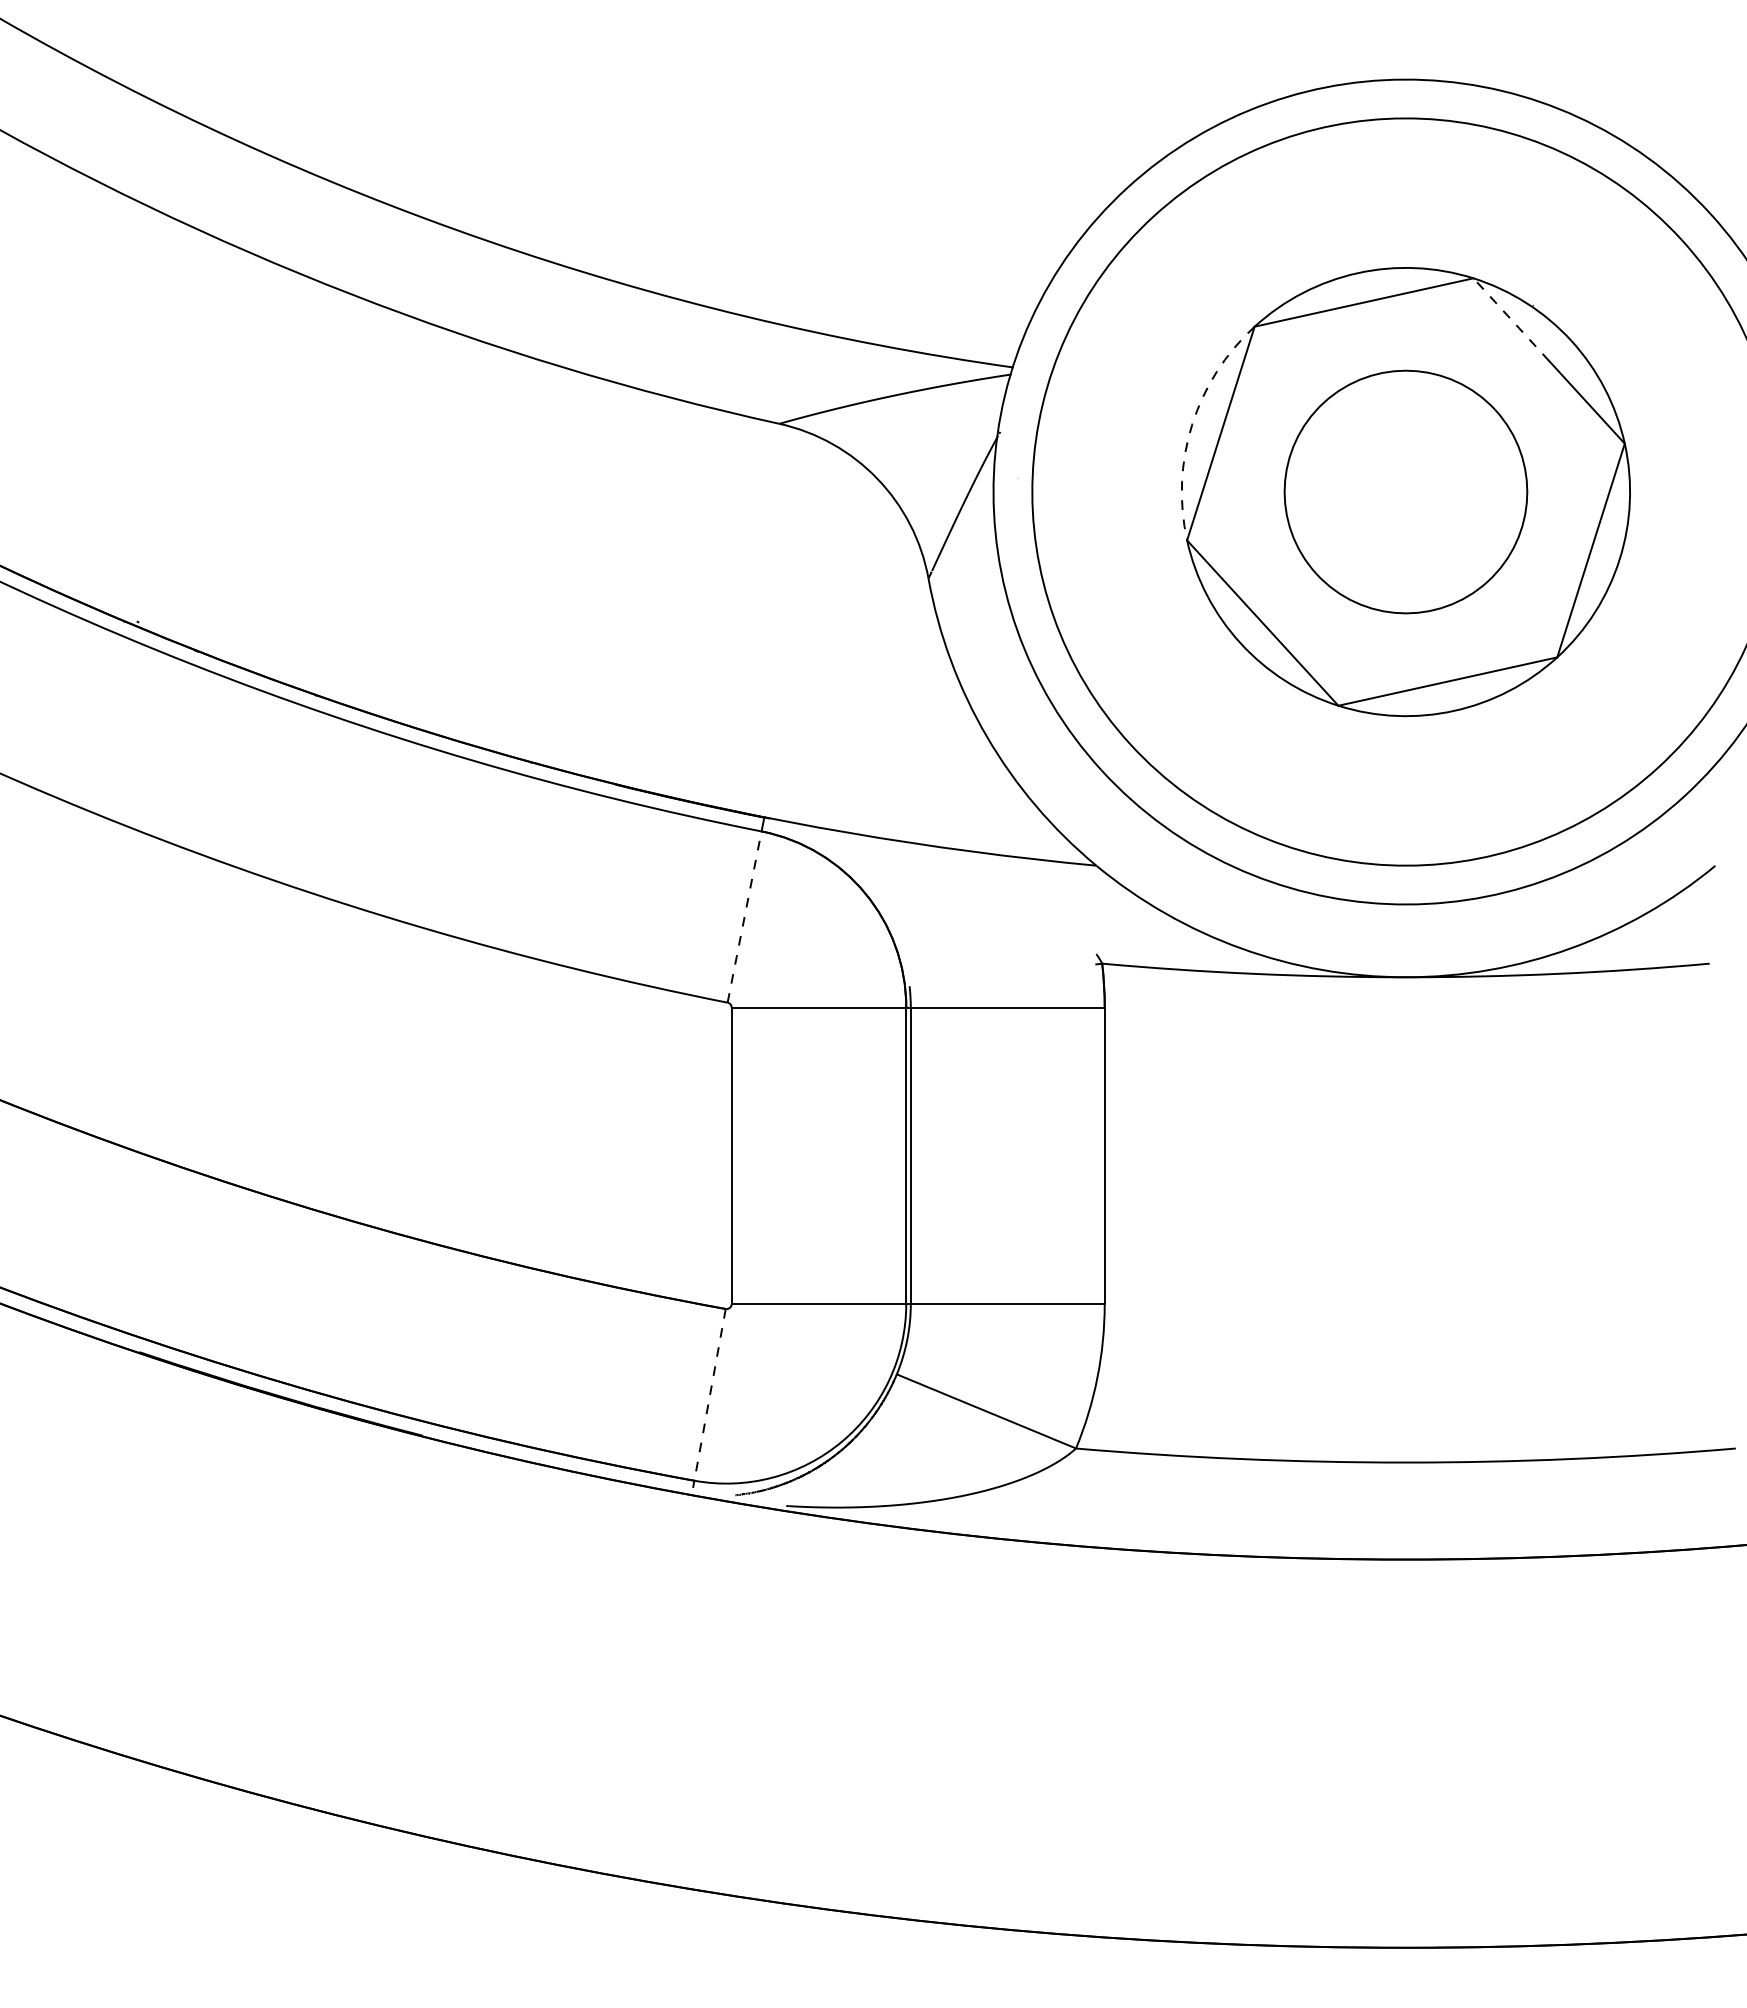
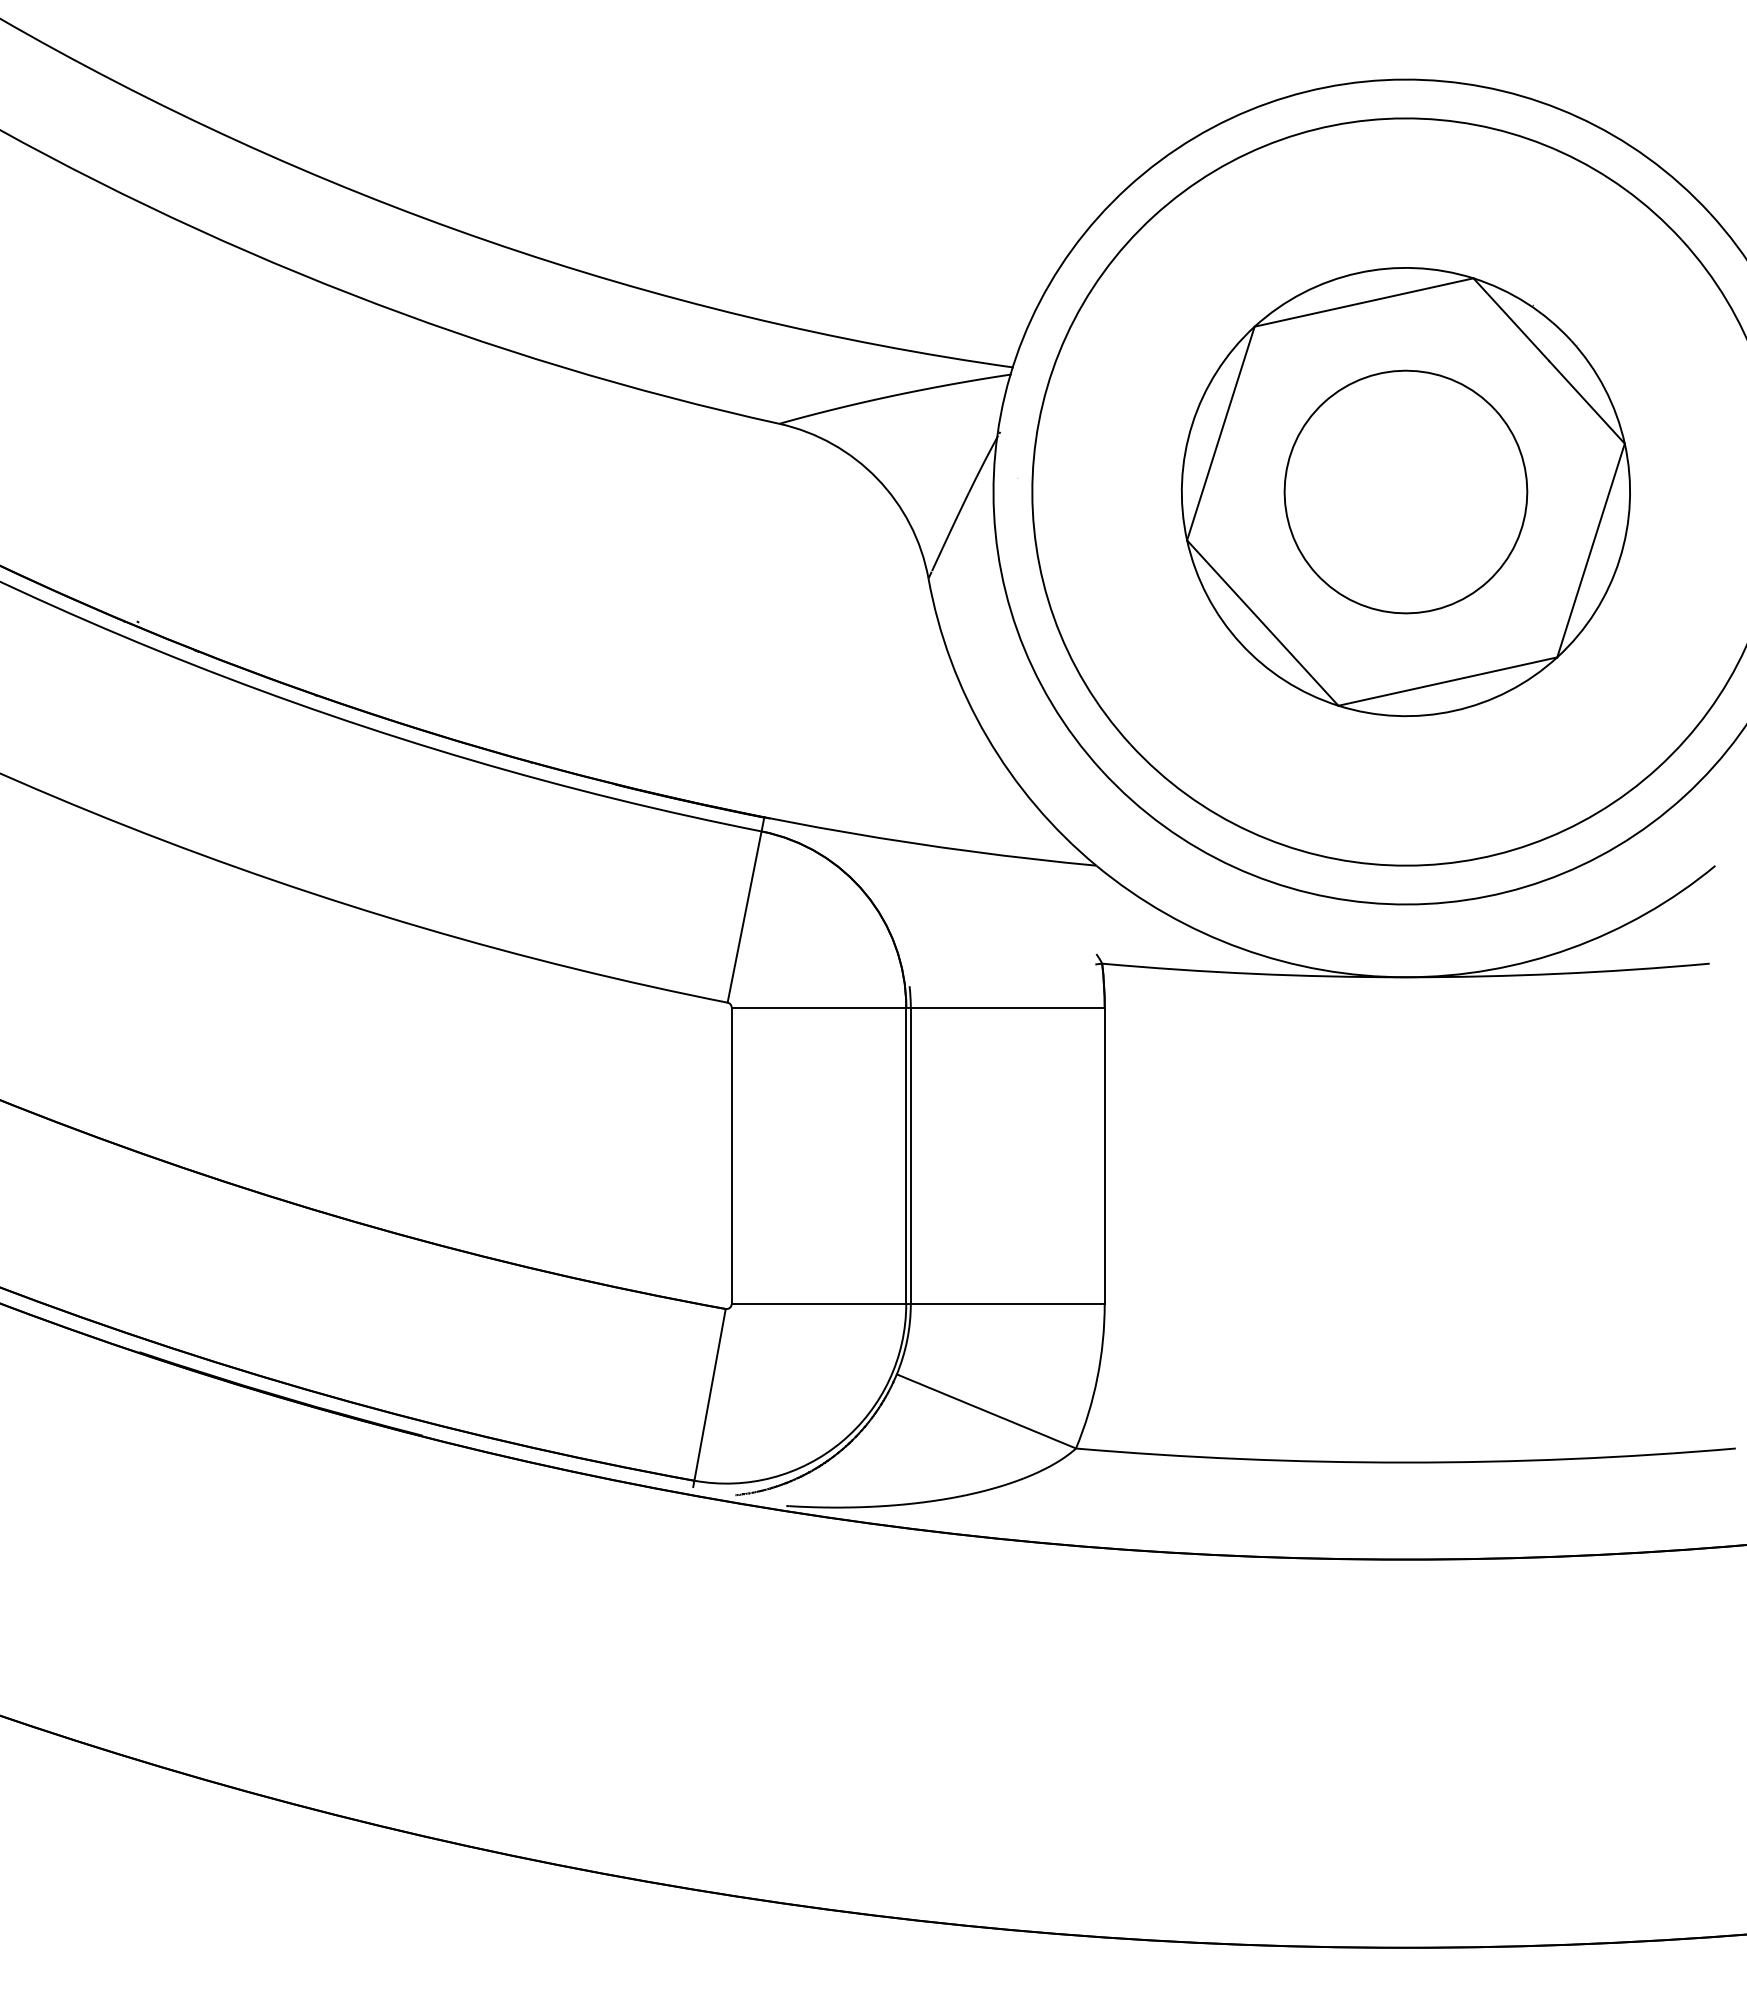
line at (1510, 319): dashed -> solid
arc at (1192, 424): dashed -> solid
line at (744, 916): dashed -> solid
line at (709, 1395): dashed -> solid
